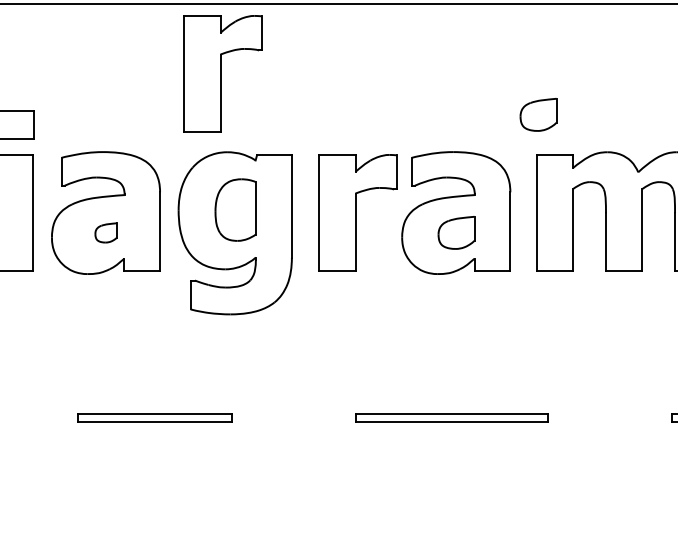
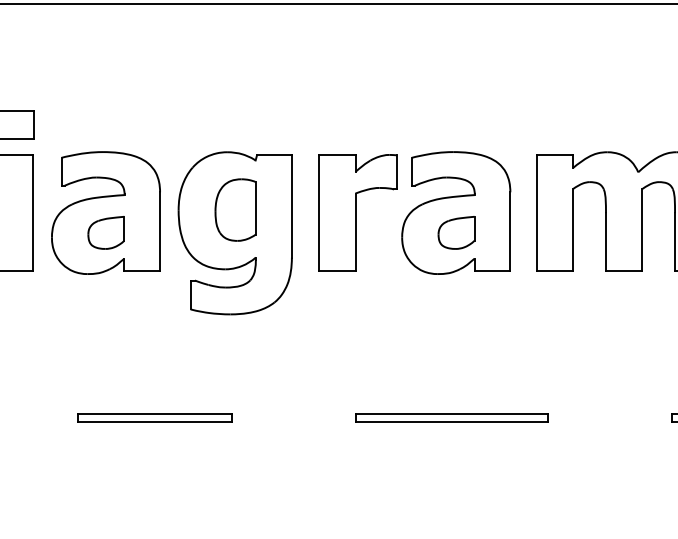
part at (222, 73): present -> none
part at (538, 114): present -> none
part at (105, 232) size: 24x22 px -> 38x34 px
